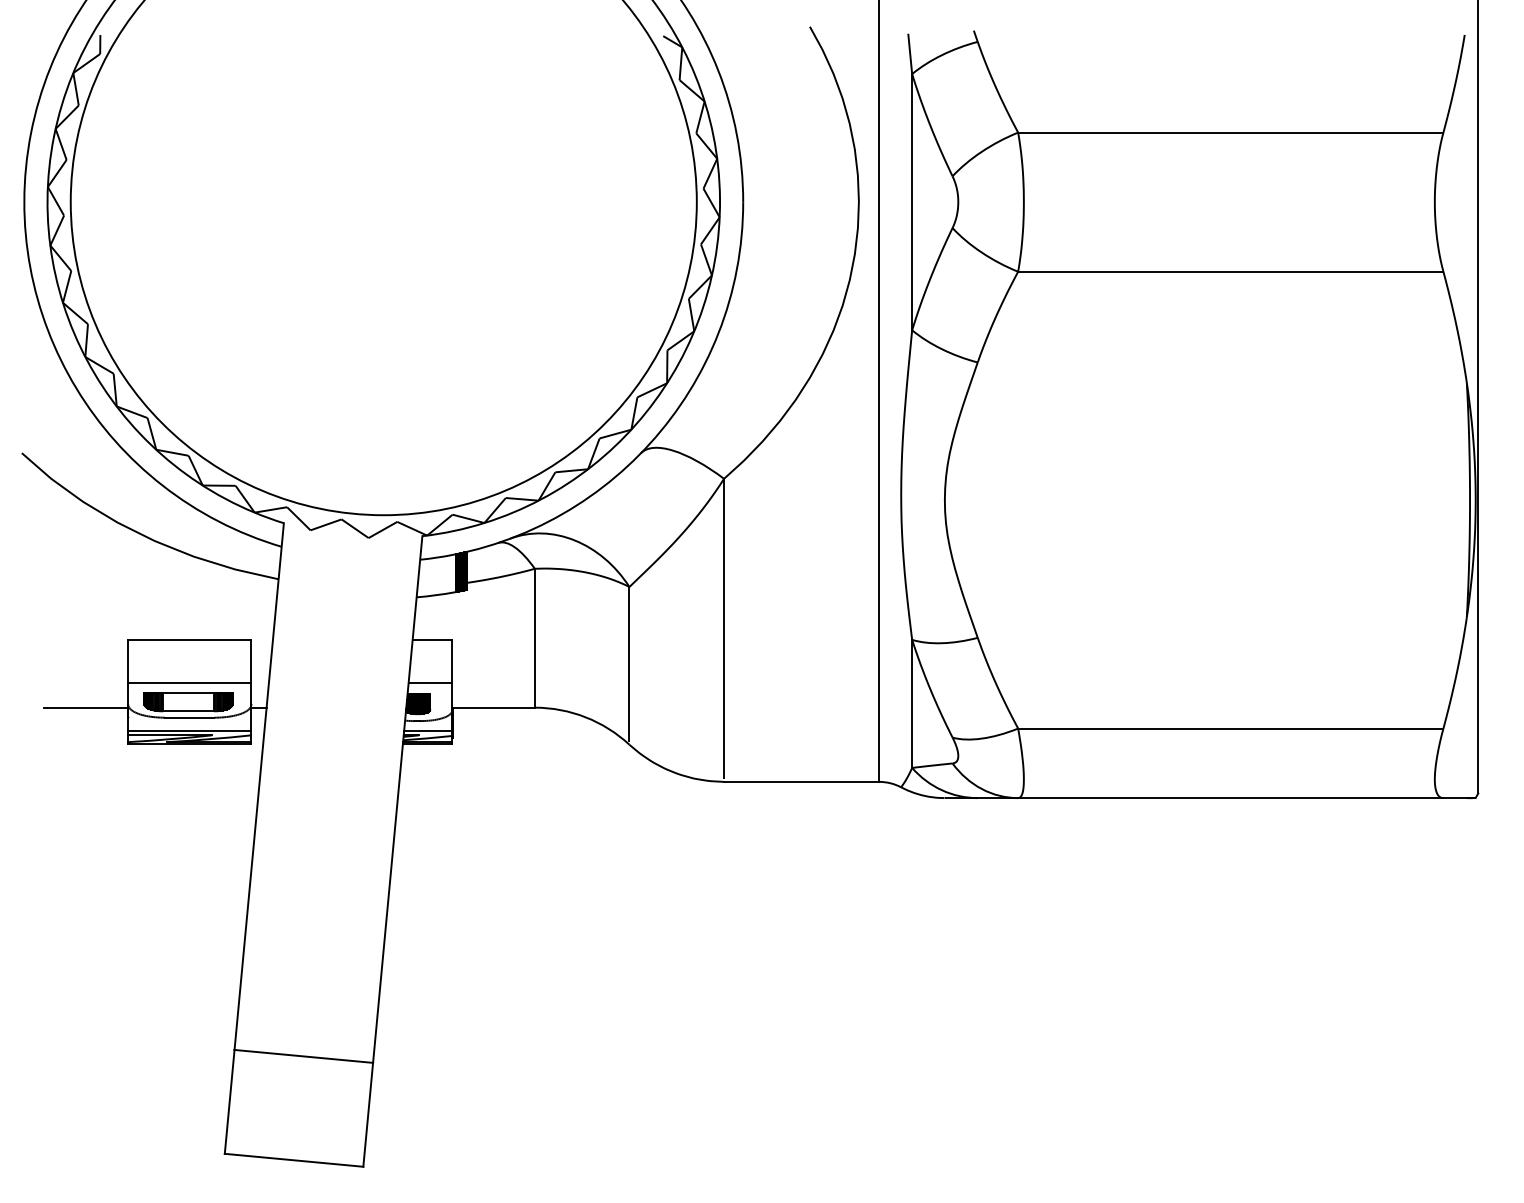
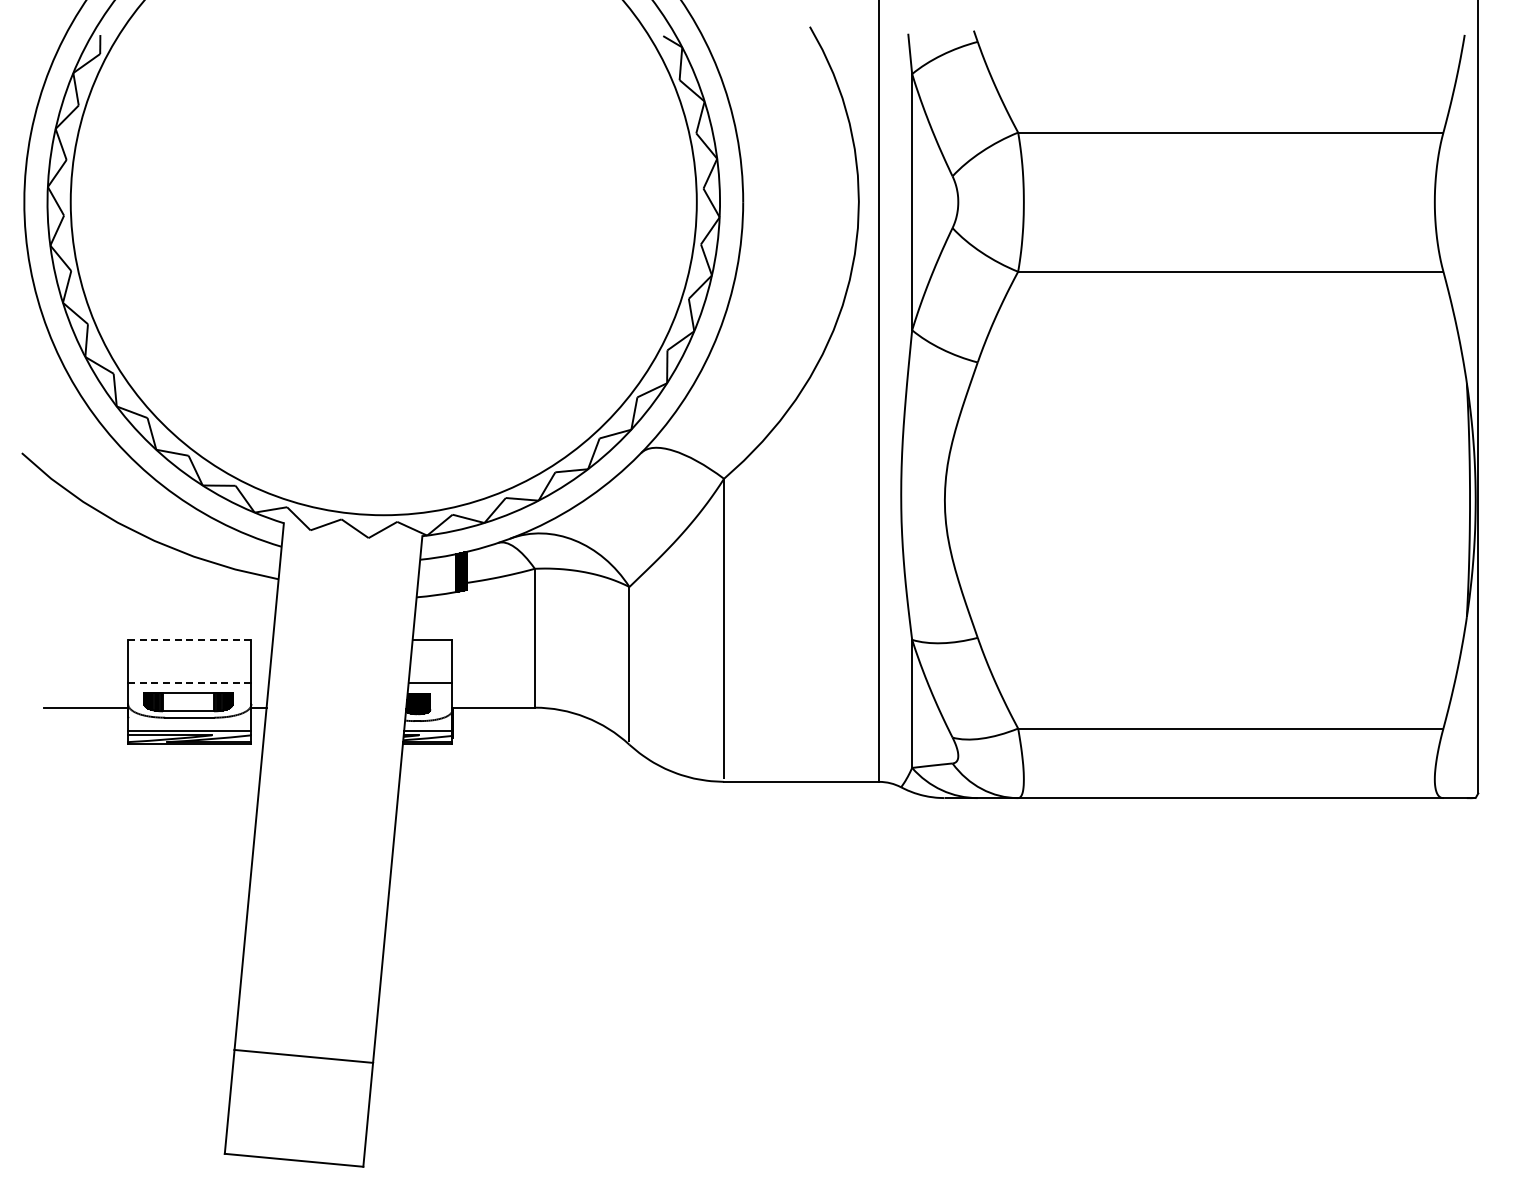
line at (189, 640): solid -> dashed
line at (189, 682): solid -> dashed
